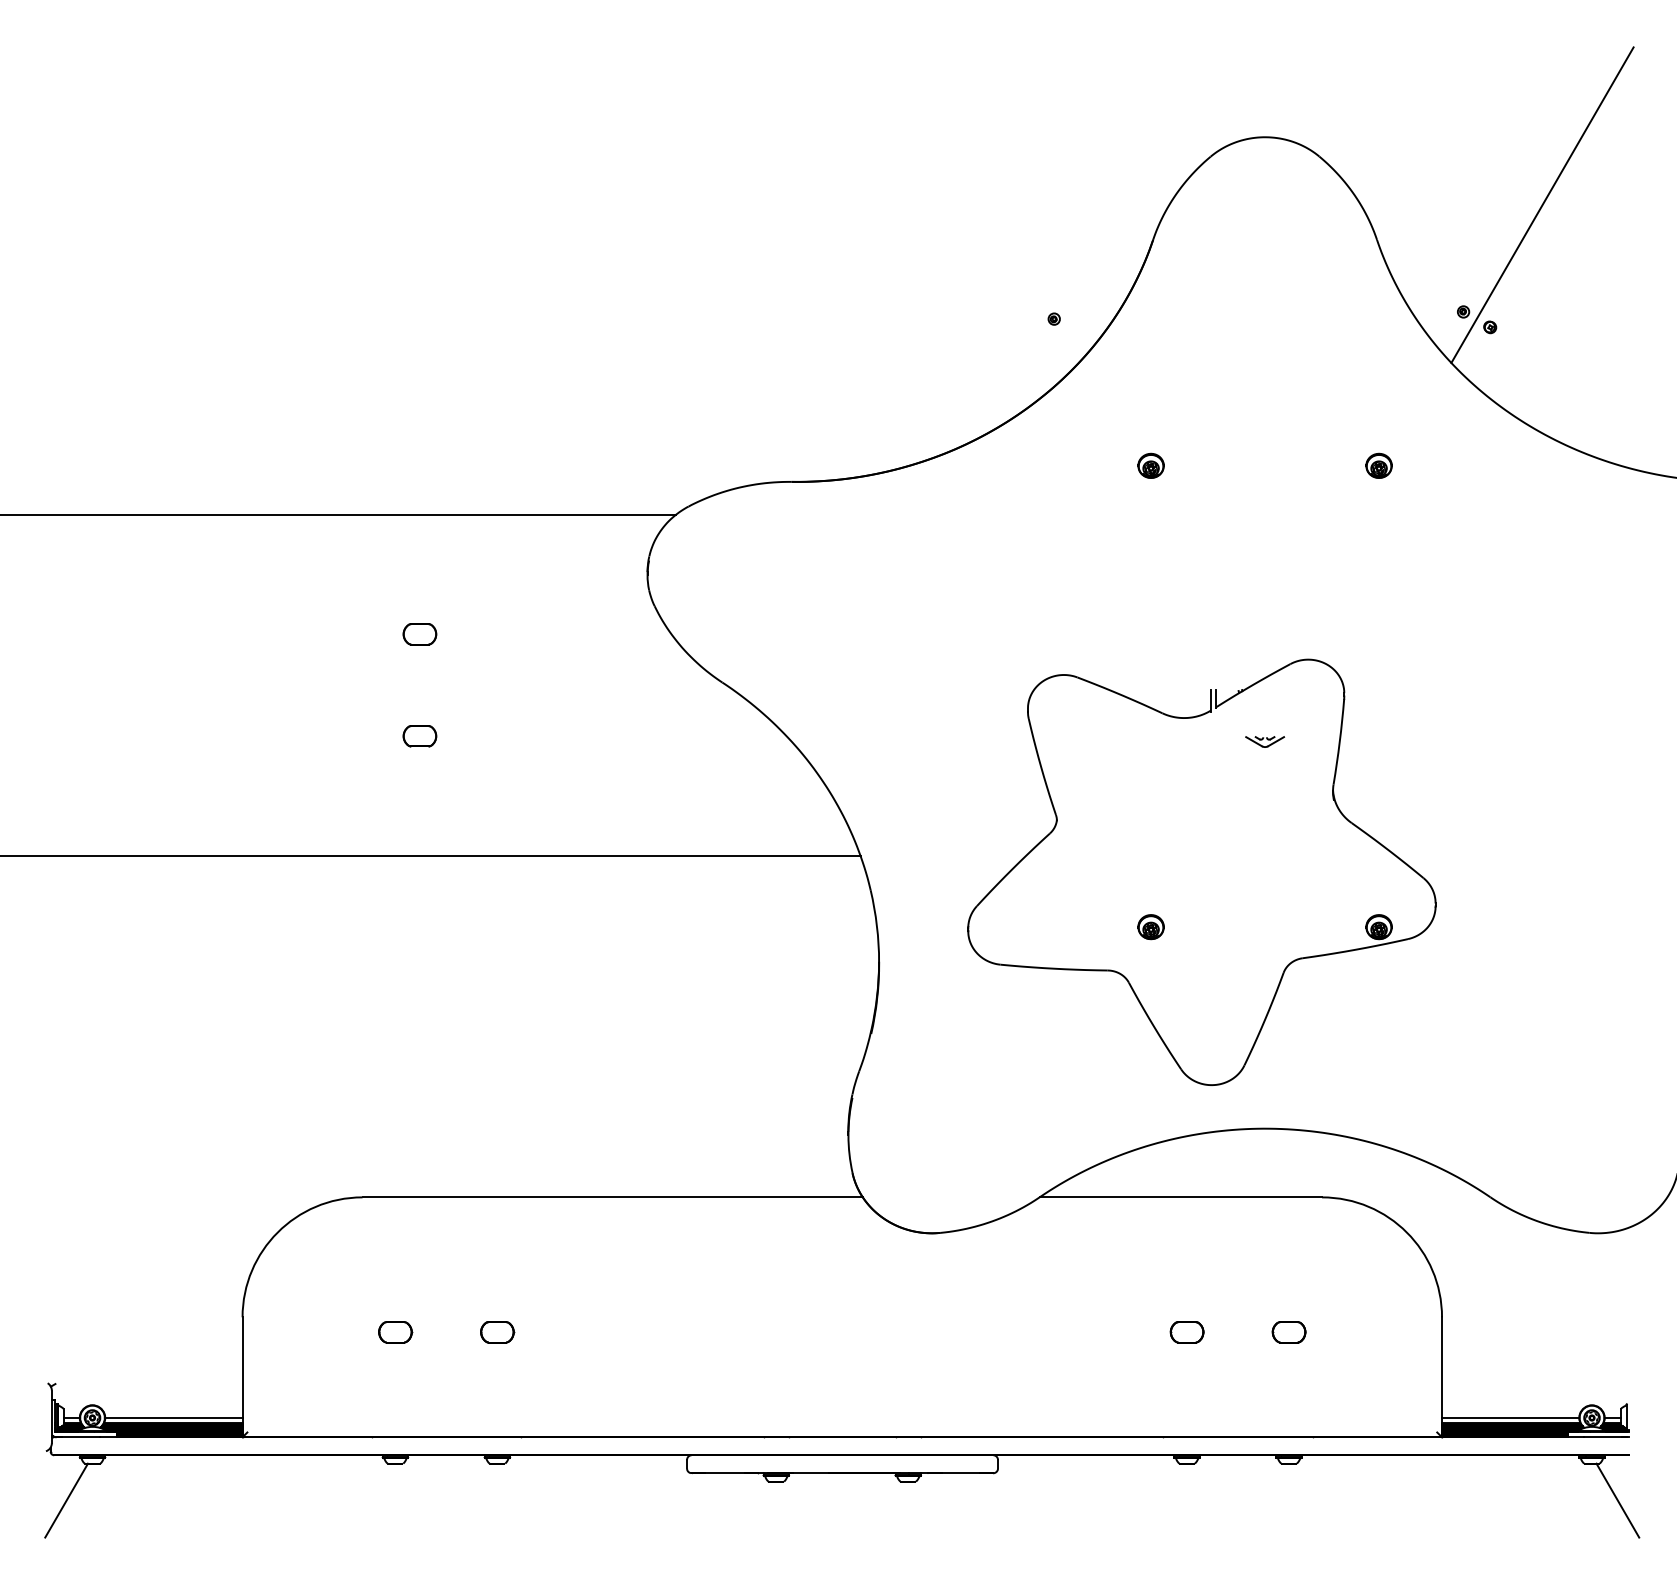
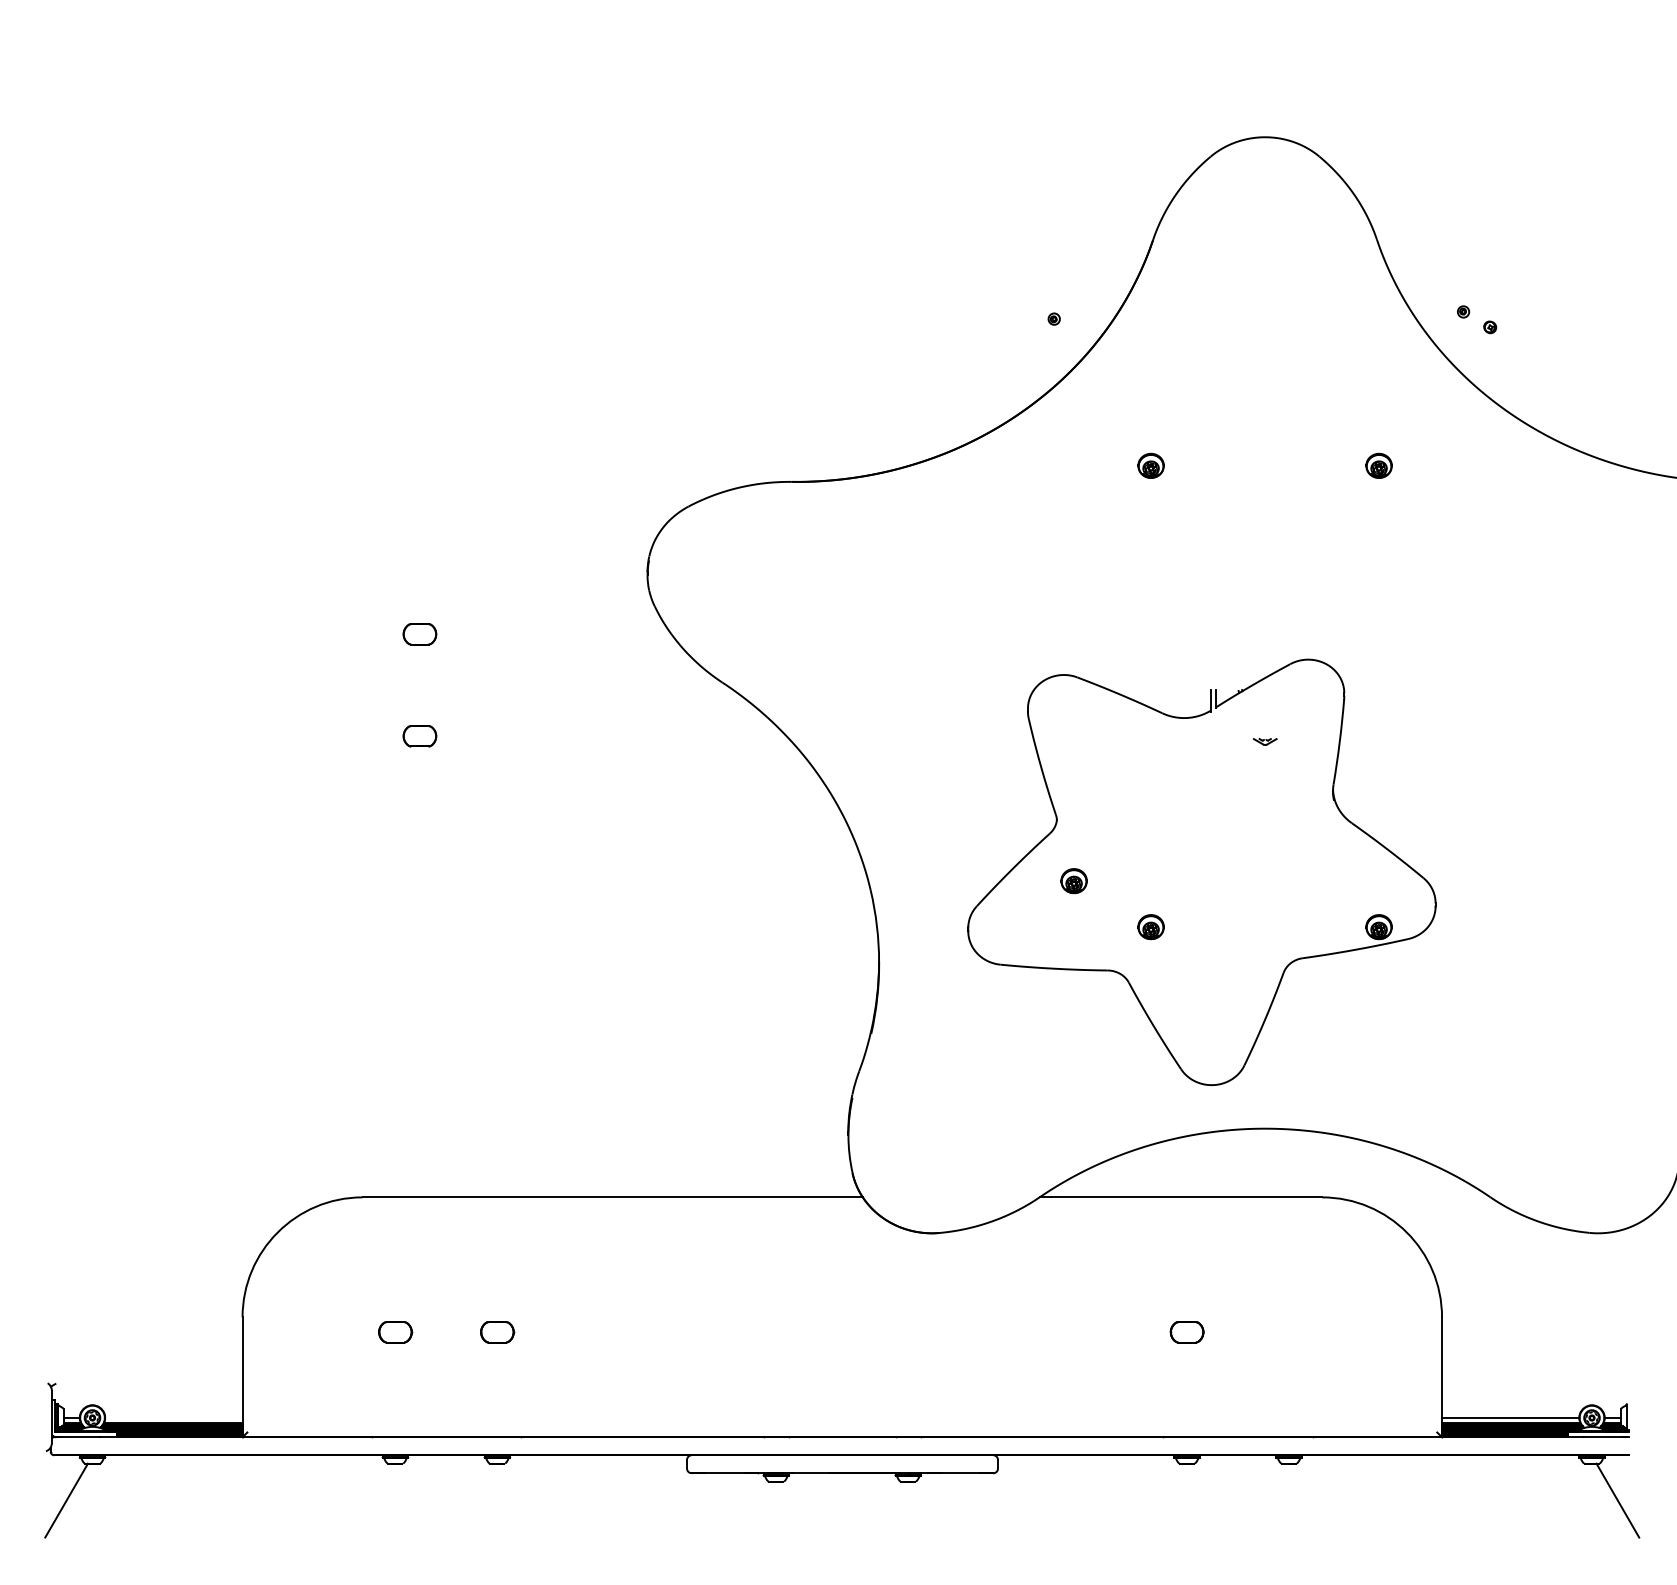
line at (1542, 204): present -> none
line at (339, 514): present -> none
part at (1265, 741) size: 41x12 px -> 26x8 px
line at (431, 856): present -> none
part at (1073, 881): none -> present
part at (1288, 1332): present -> none
line at (173, 1417): present -> none
